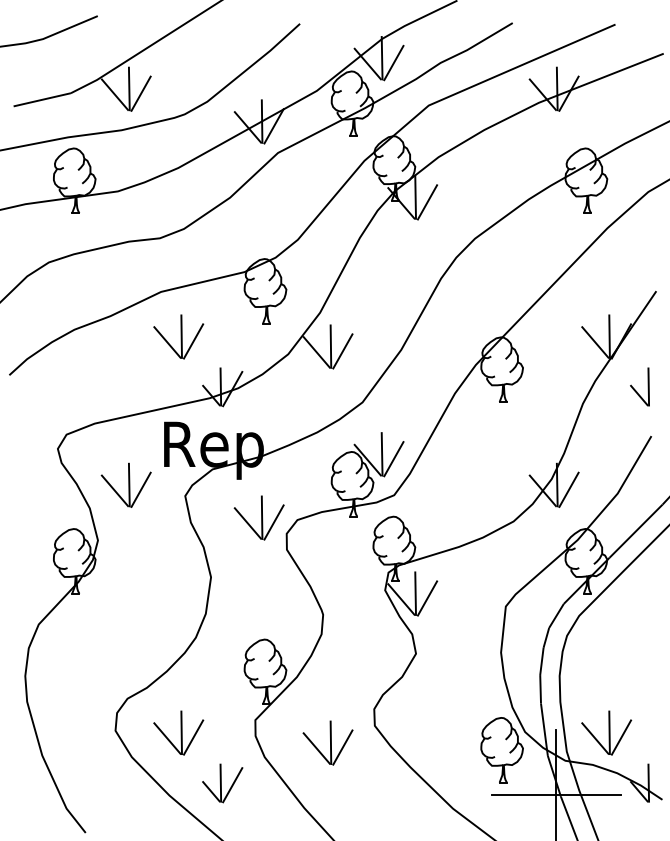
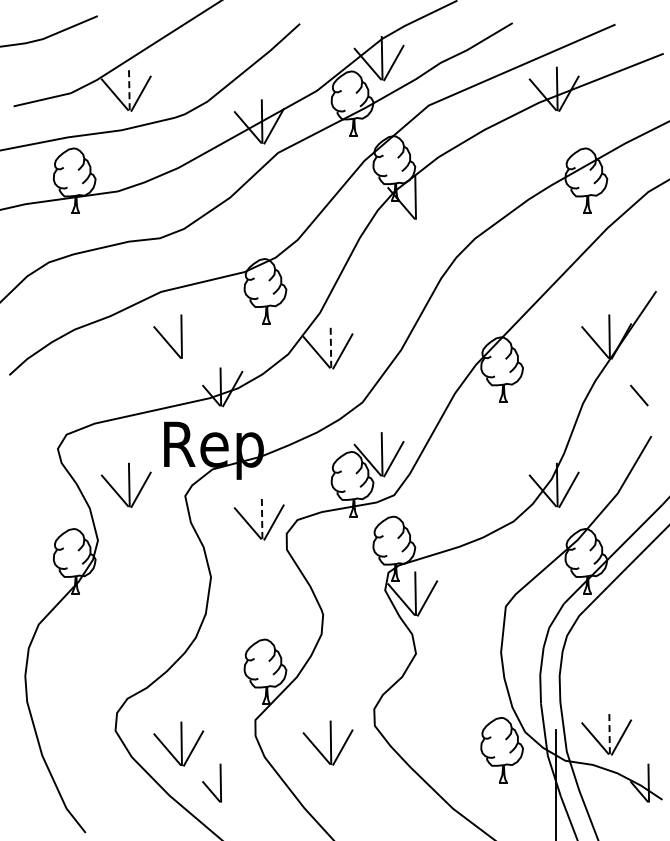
line at (129, 88): solid -> dashed
line at (427, 202): present -> none
line at (193, 341): present -> none
line at (330, 346): solid -> dashed
line at (648, 386): present -> none
line at (262, 517): solid -> dashed
part at (178, 732) position: (178, 732) -> (178, 743)
line at (609, 732): solid -> dashed
line at (232, 785): present -> none
line at (555, 794): present -> none
